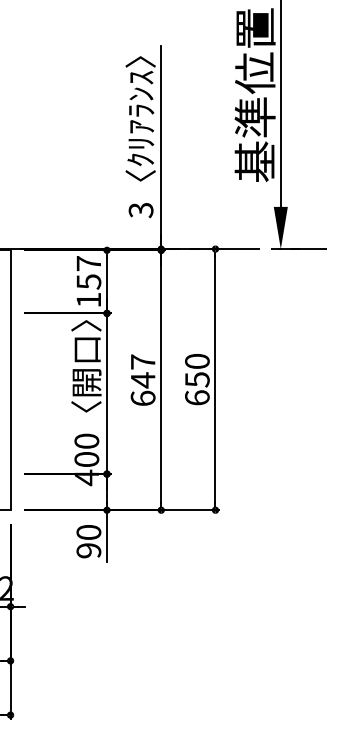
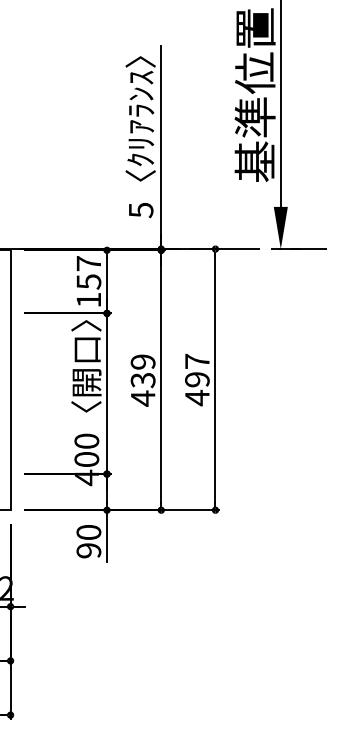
text at (140, 209): 3 -> 5
text at (197, 379): 650 -> 497
text at (142, 380): 647 -> 439
